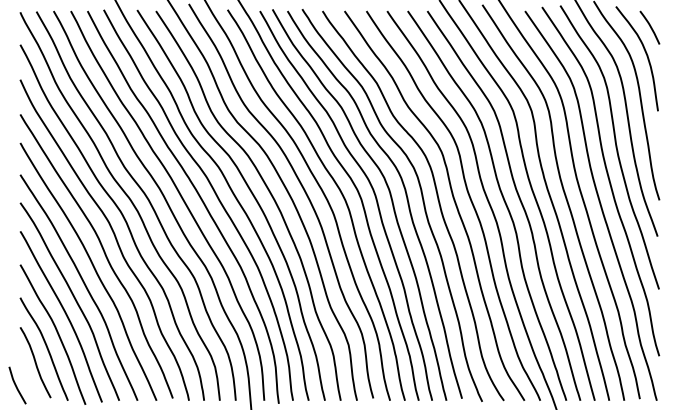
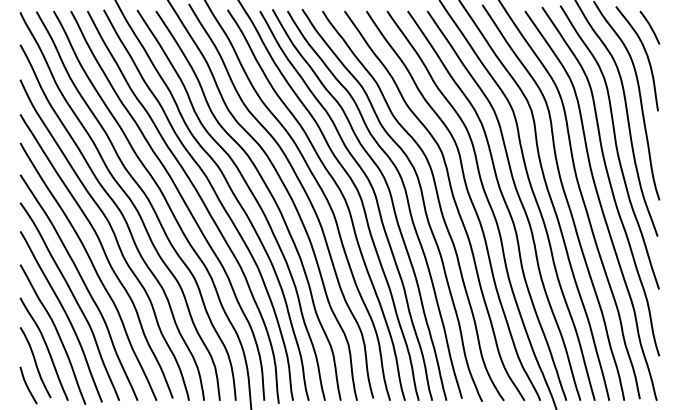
curve at (16, 385) position: (16, 385) -> (27, 385)
